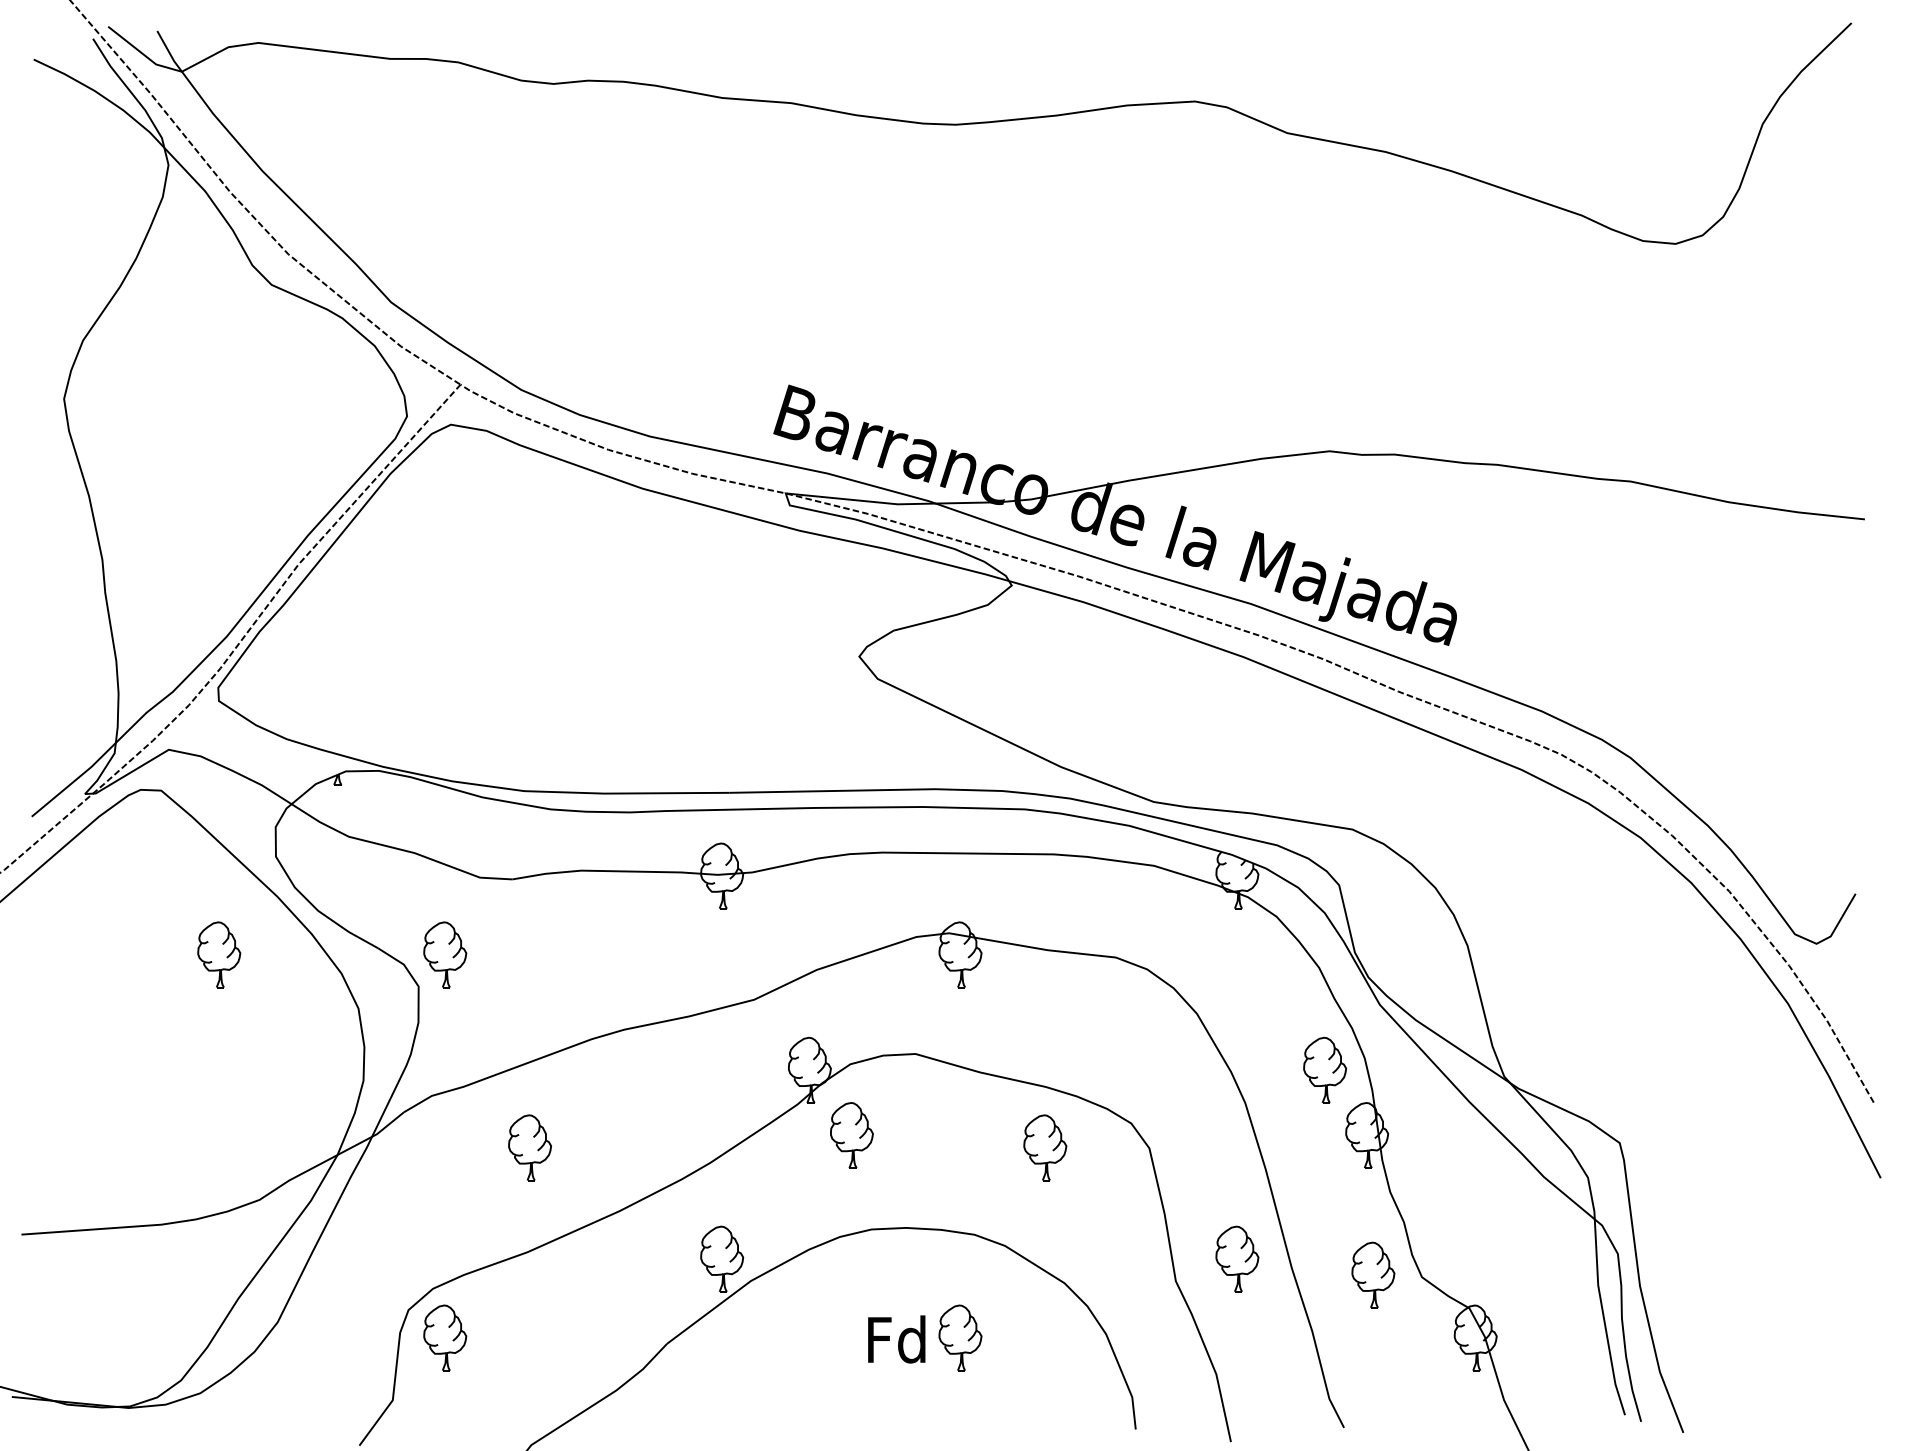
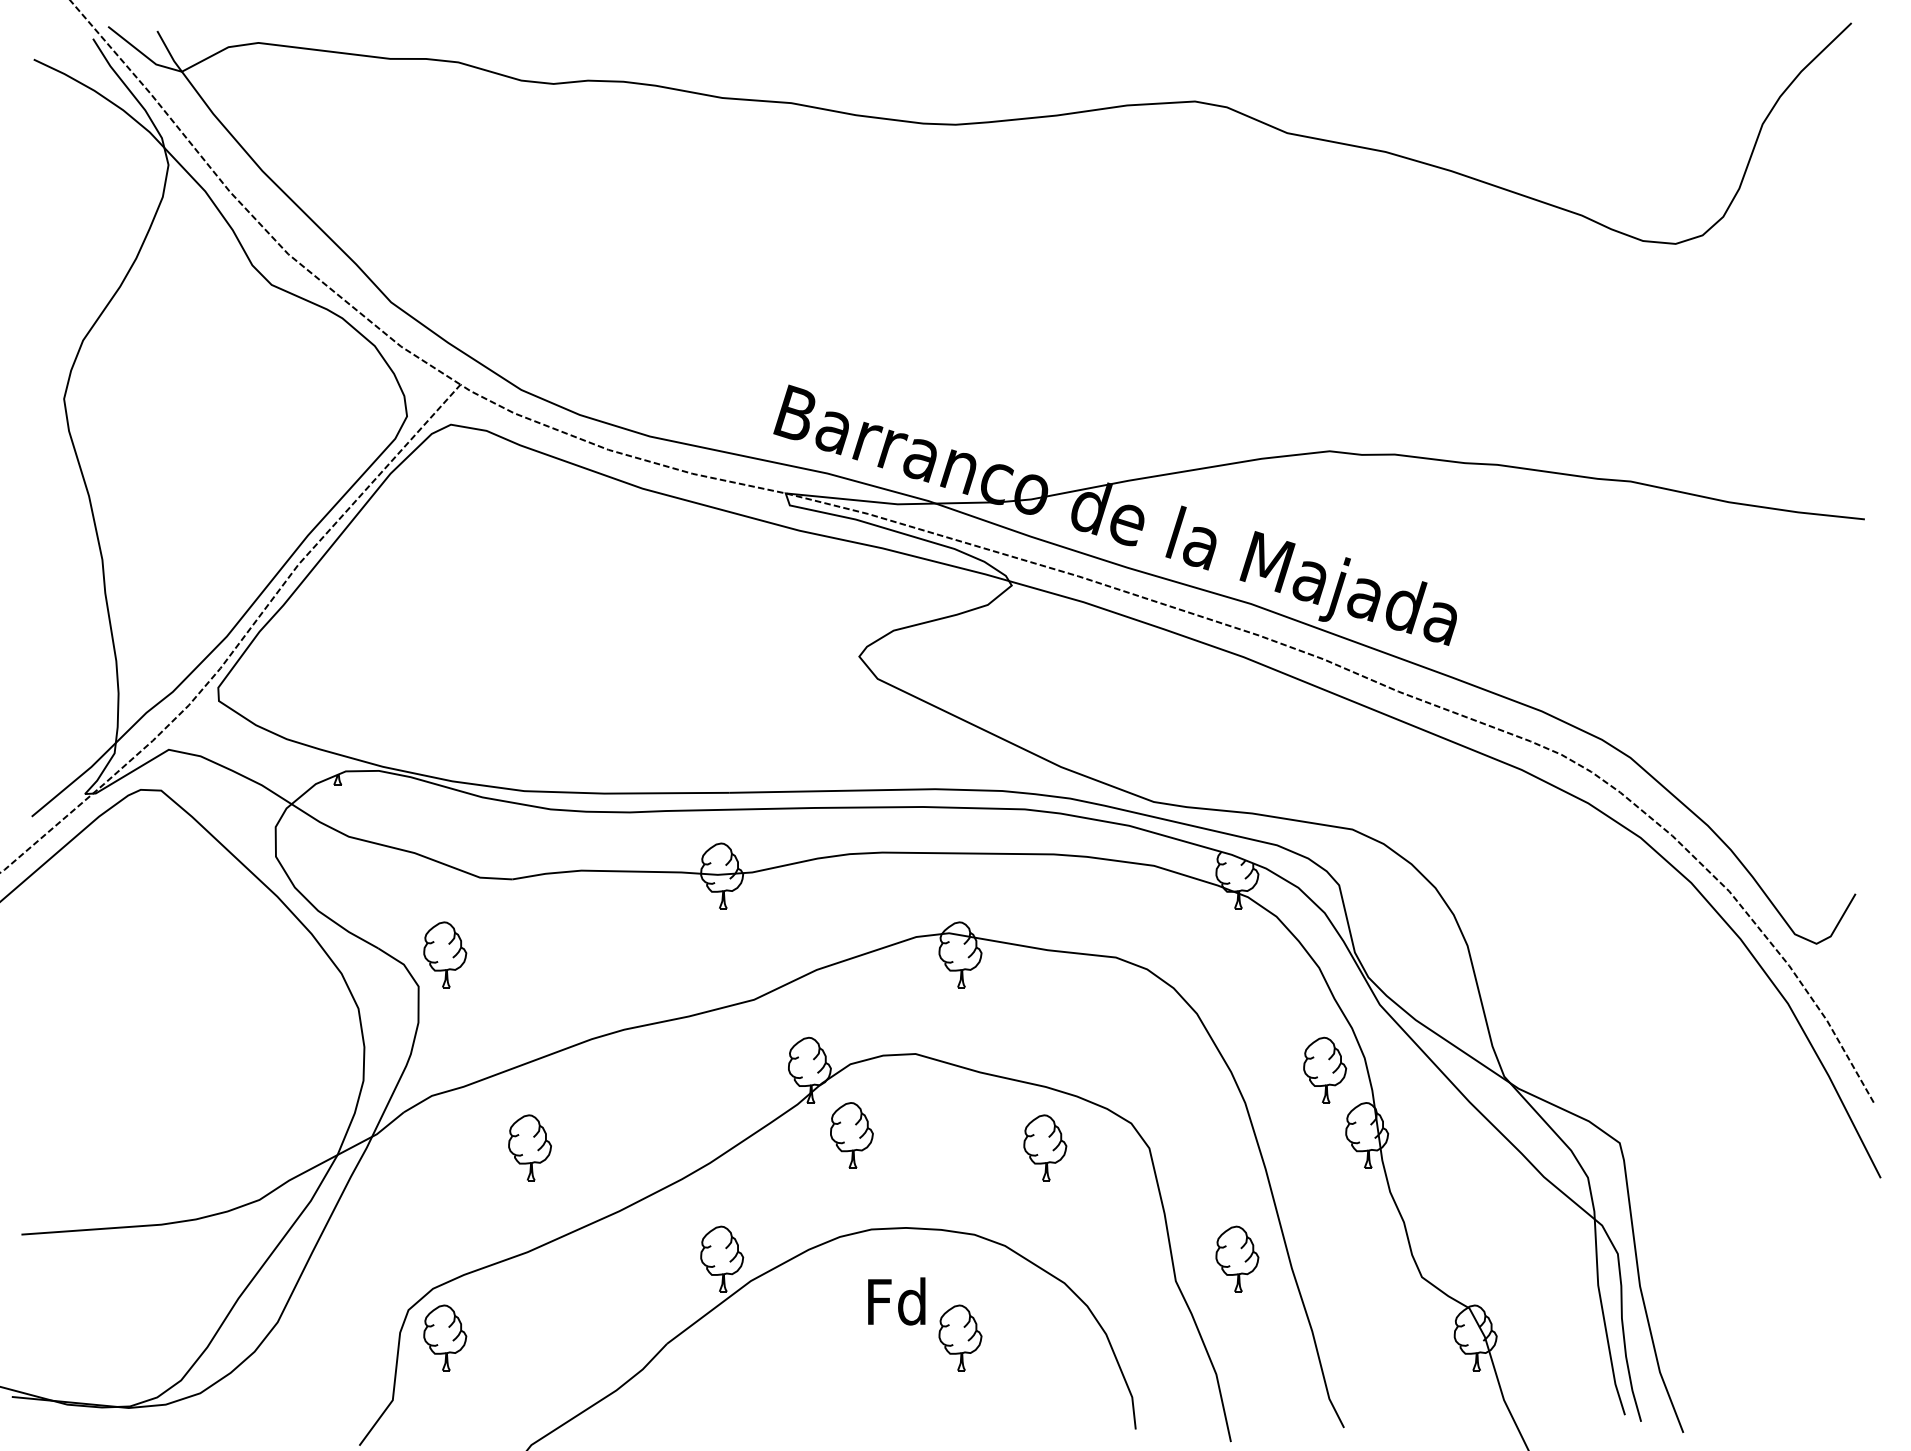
part at (219, 954): present -> none
part at (1373, 1274): present -> none
text at (896, 1339) position: (896, 1339) -> (896, 1301)
